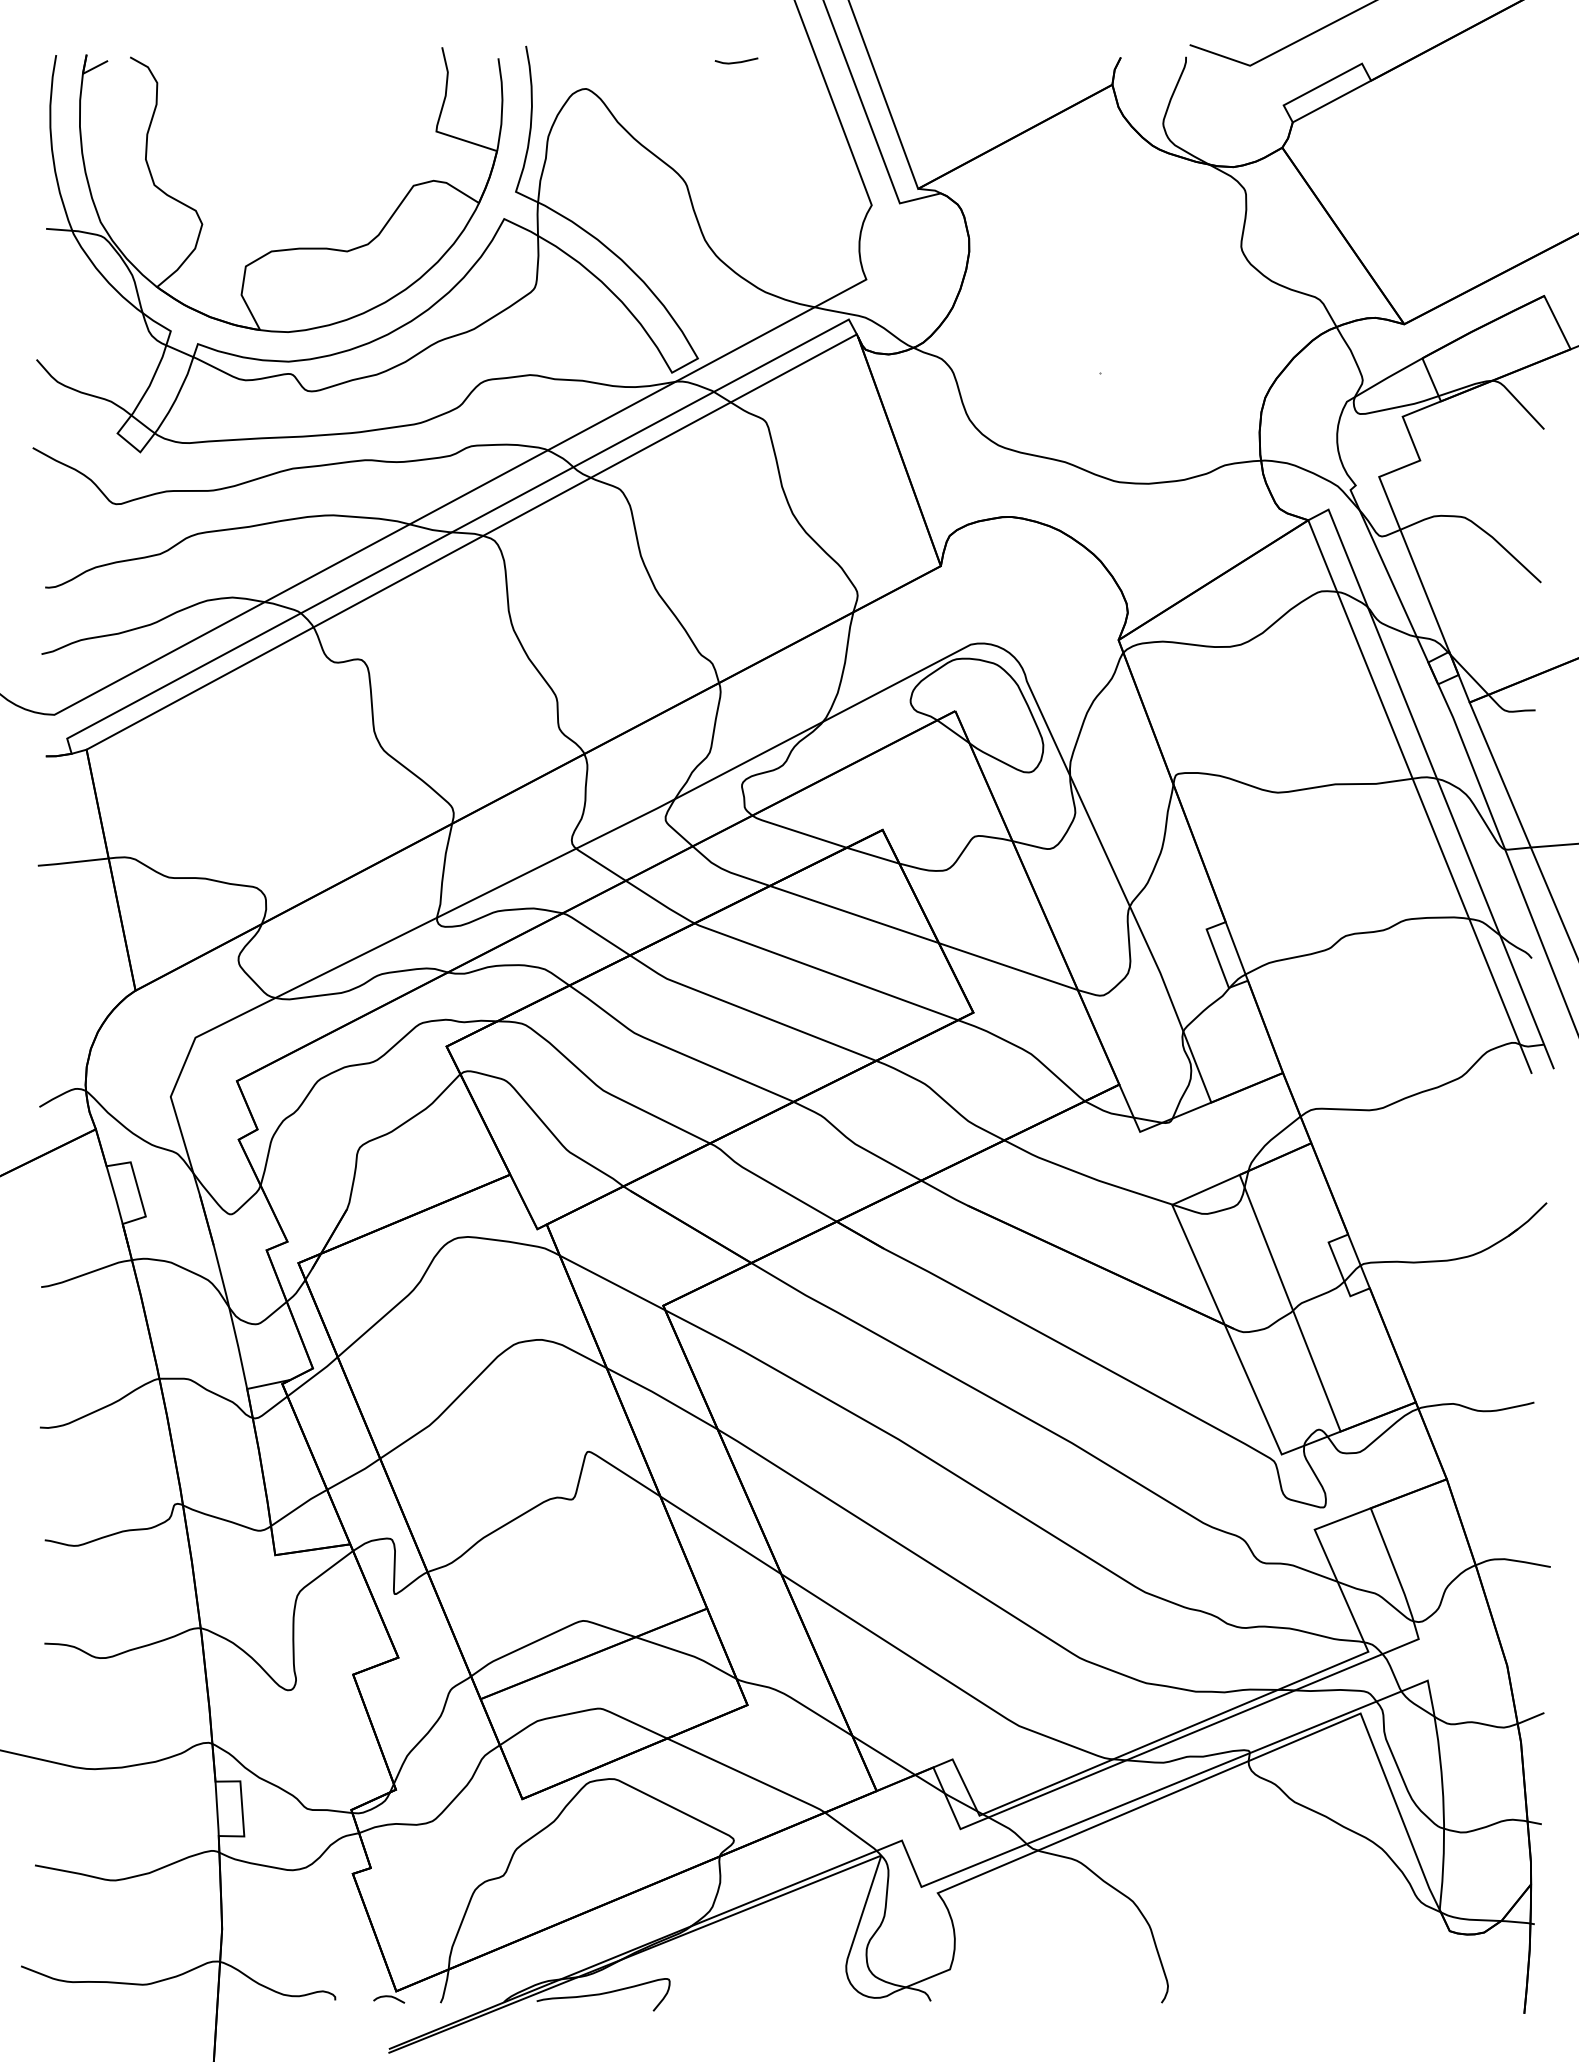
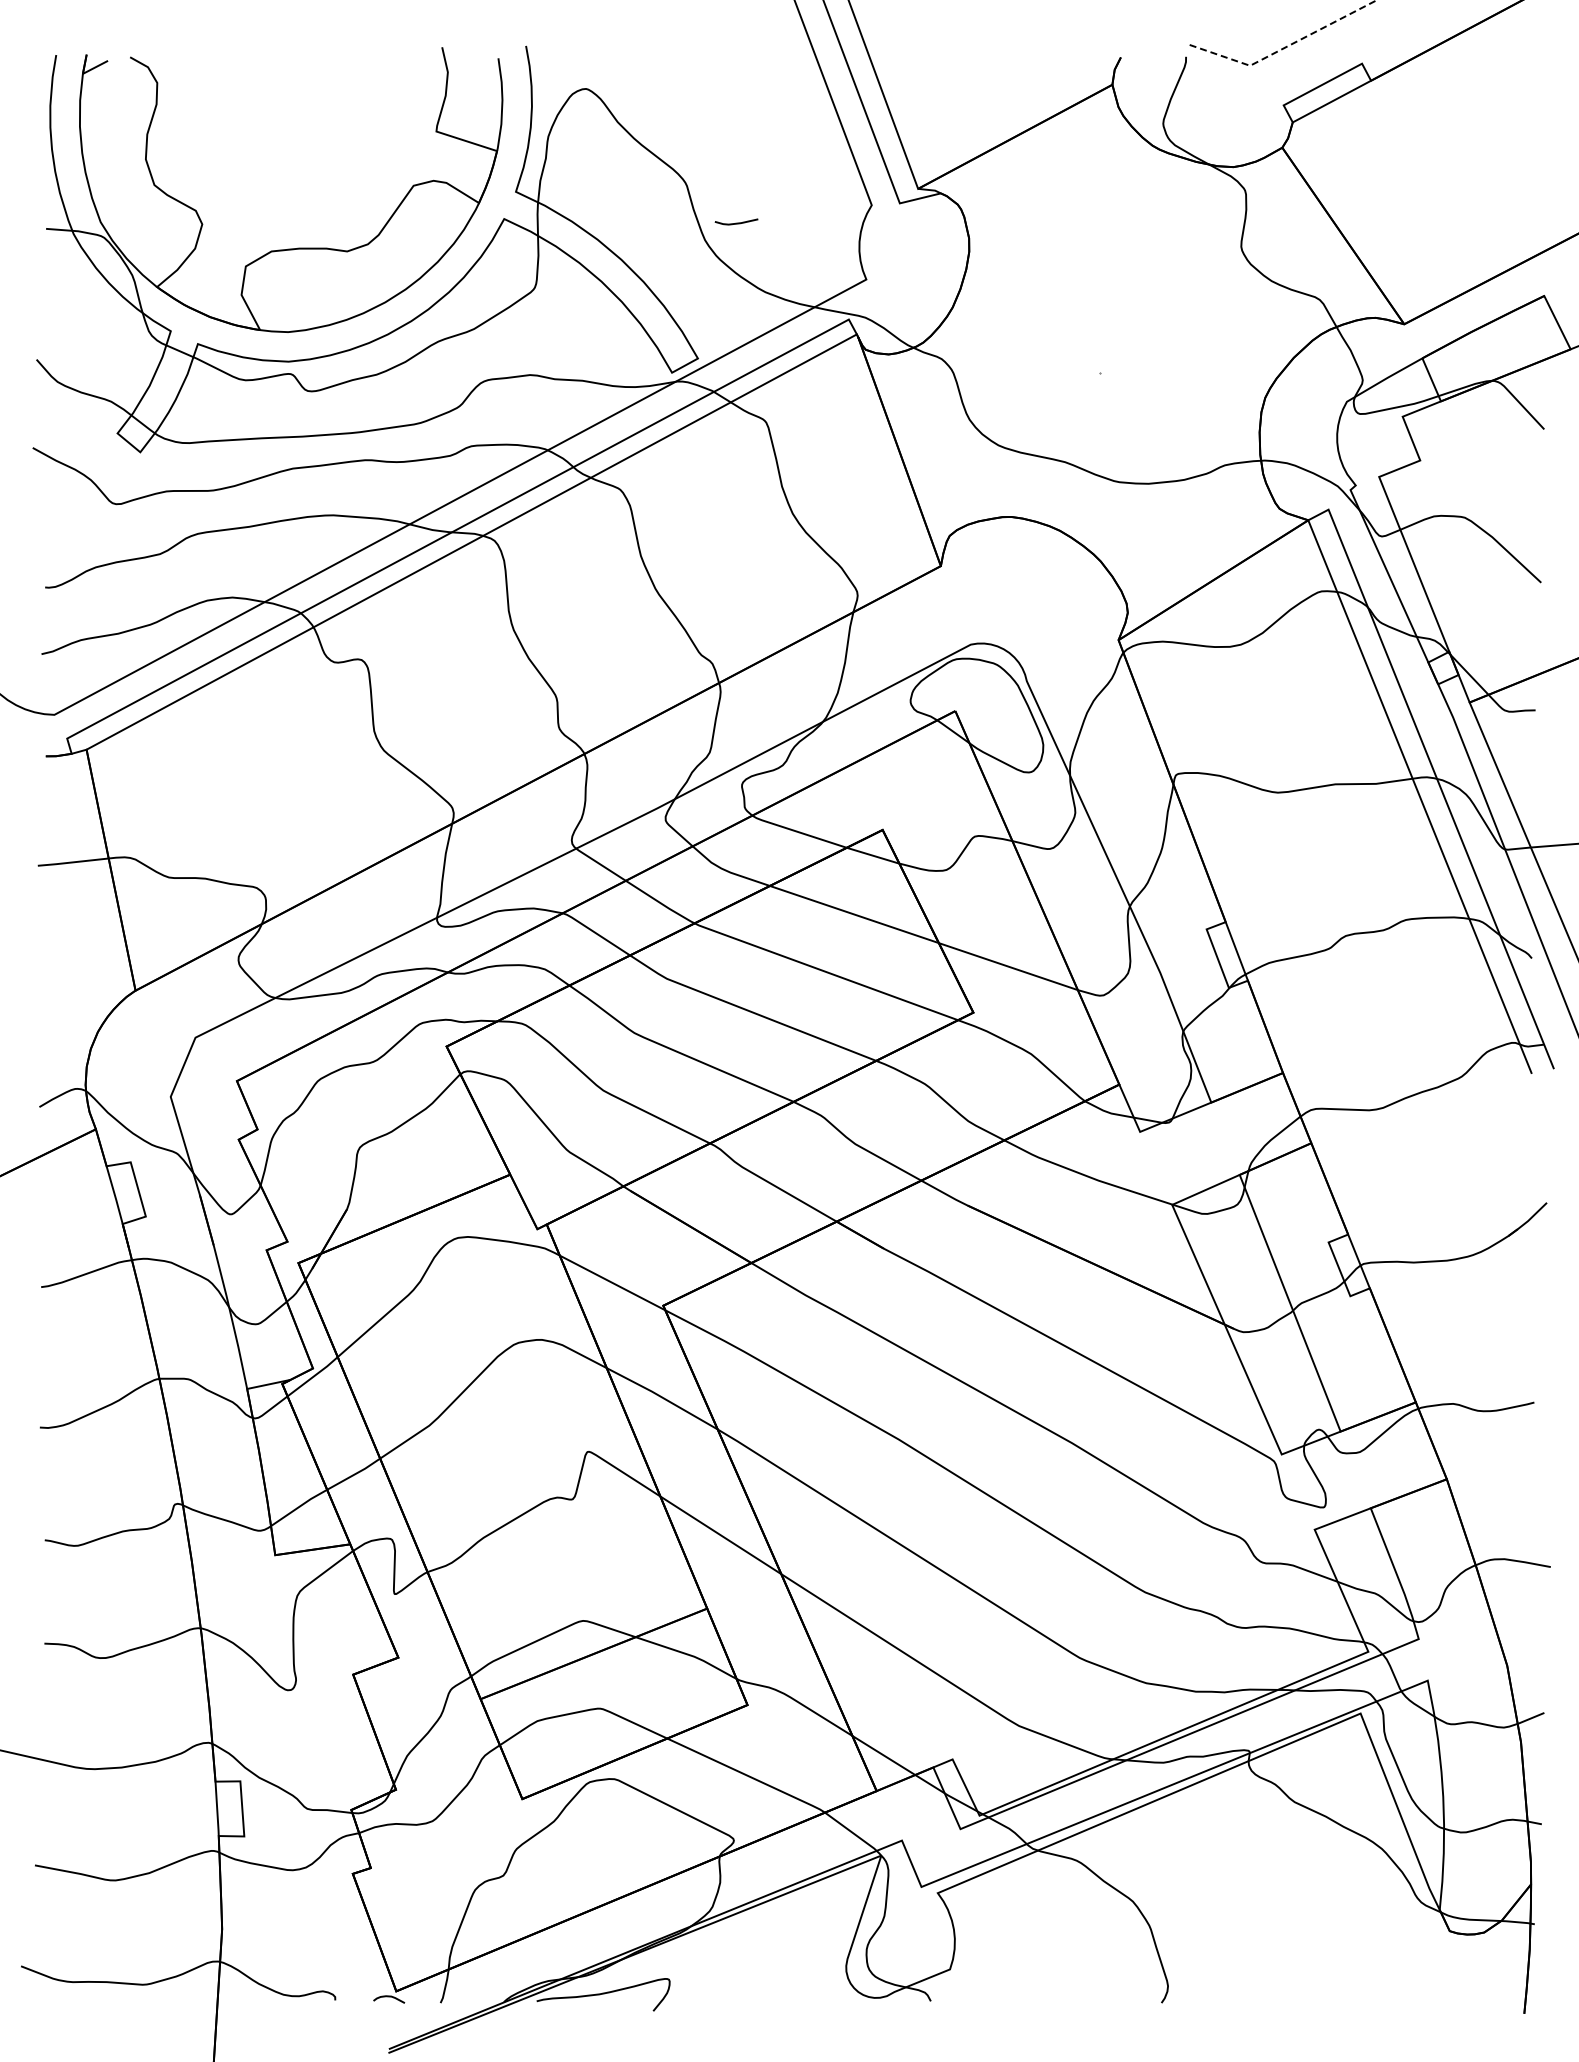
line at (1284, 47): solid -> dashed
line at (736, 61) position: (736, 61) -> (736, 222)
